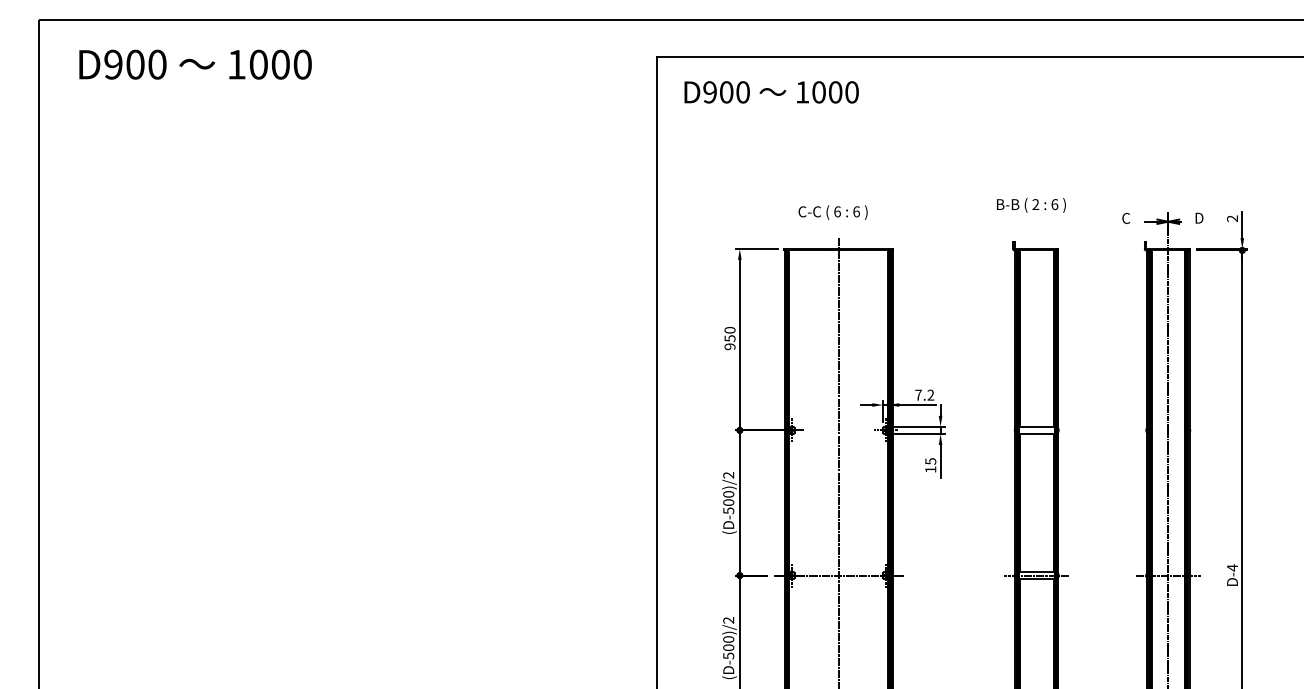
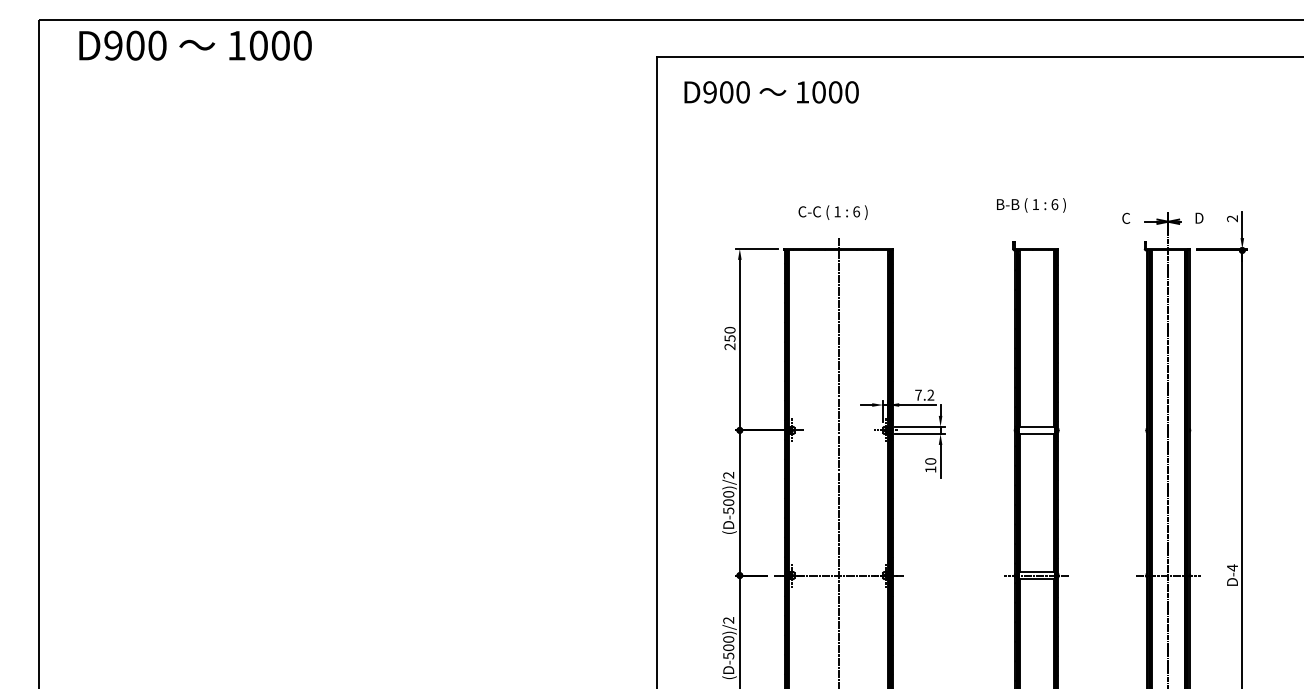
text at (195, 64) position: (195, 64) -> (195, 45)
text at (1035, 204): 2 -> 1
text at (837, 211): 6 -> 1
text at (730, 346): 950 -> 250
text at (930, 461): 15 -> 10
